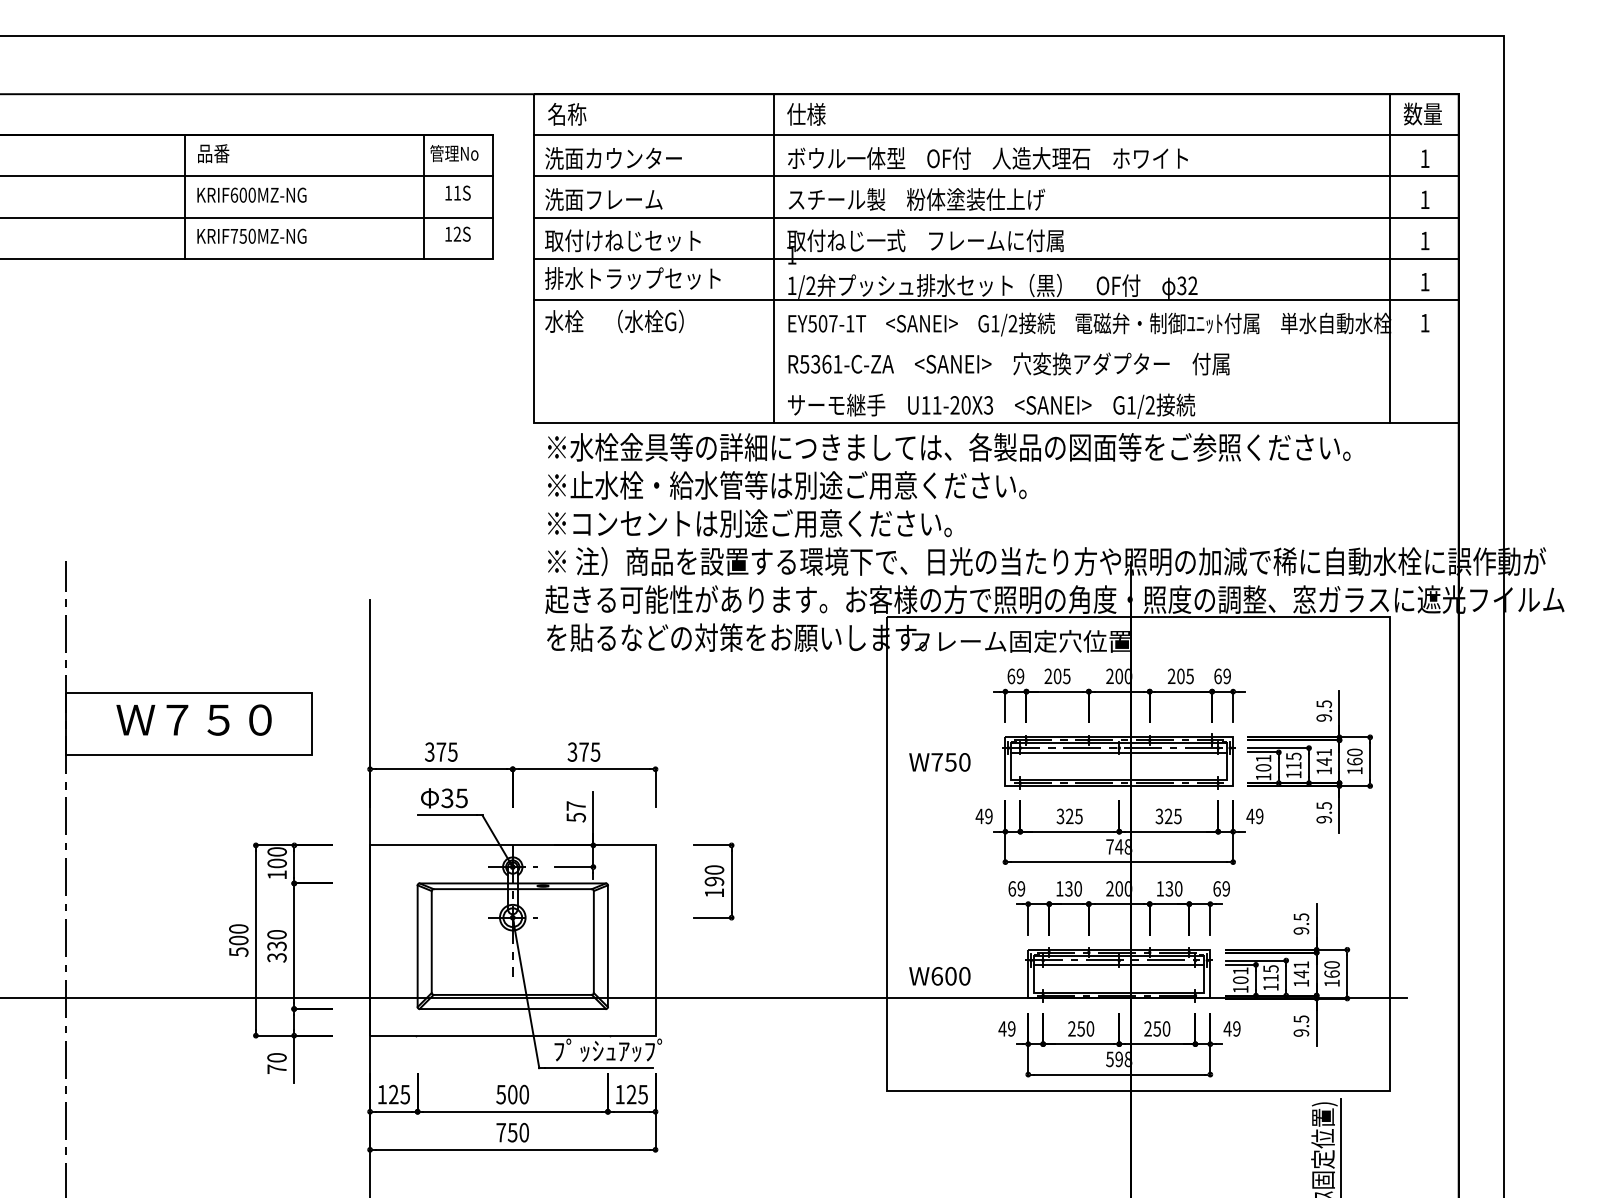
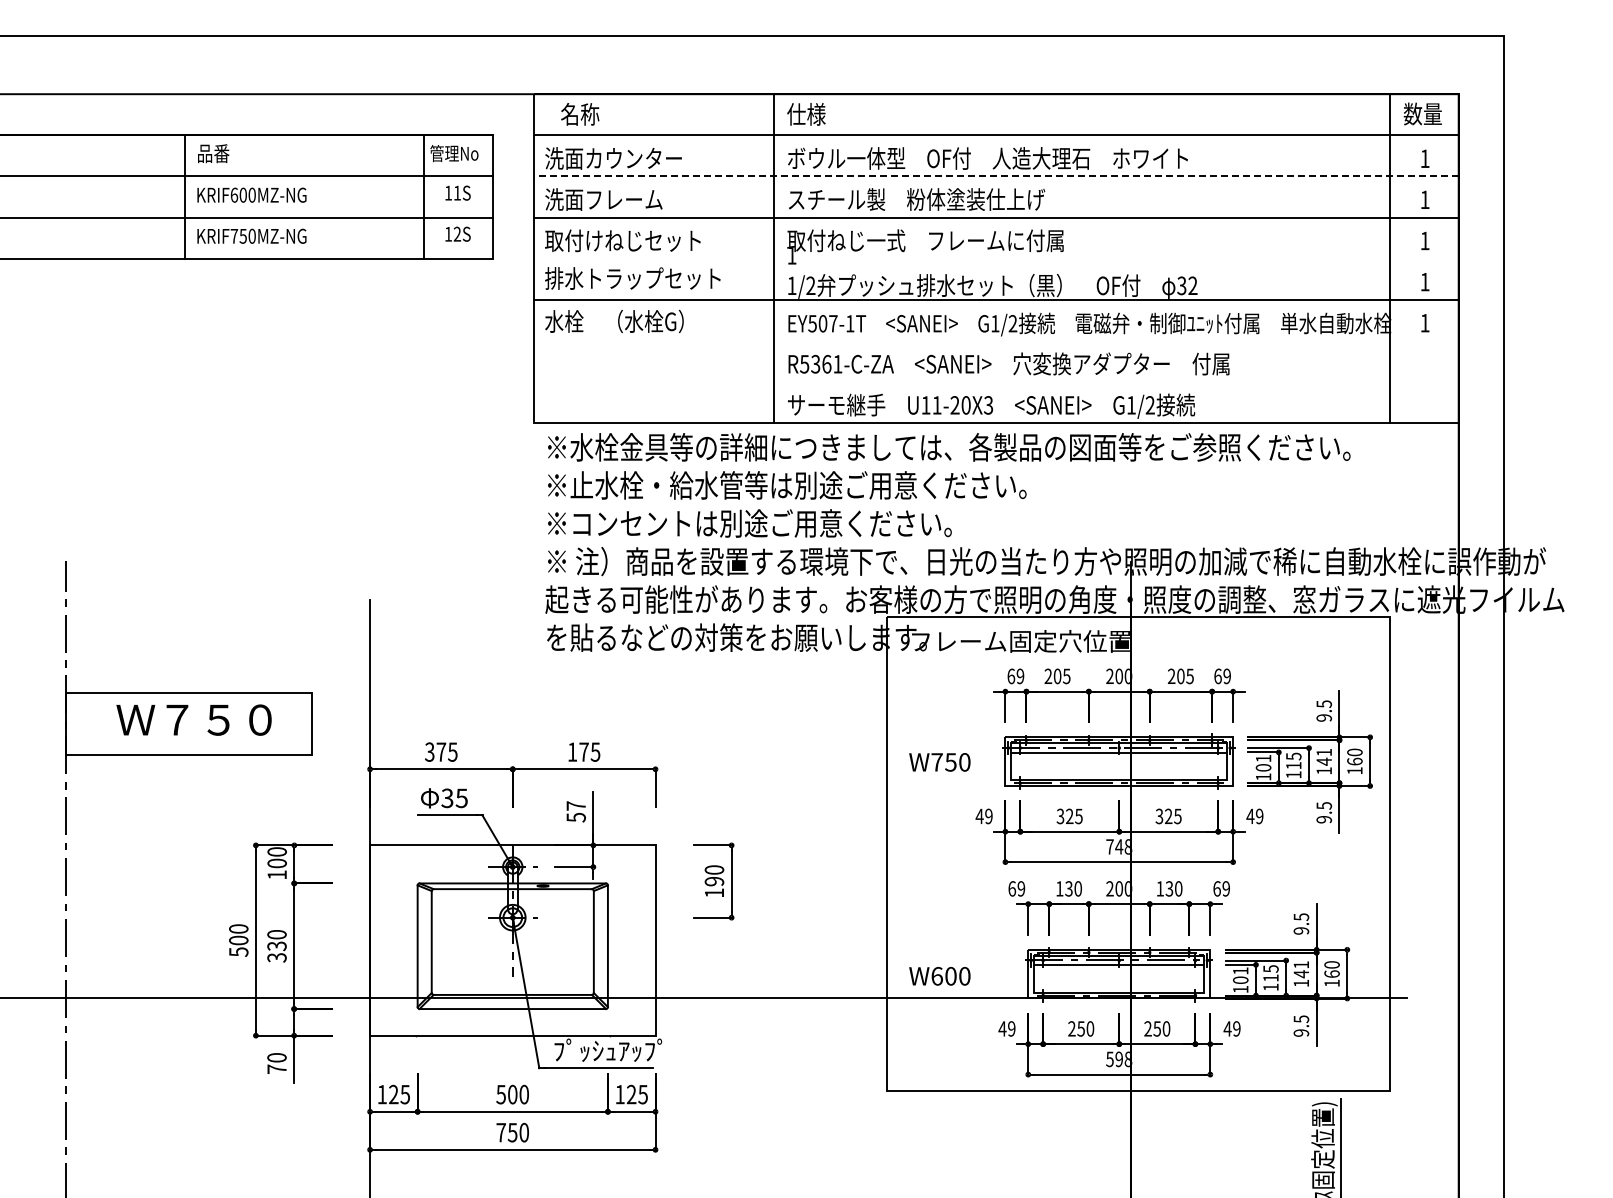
text at (567, 114) position: (567, 114) -> (580, 114)
line at (995, 176): solid -> dashed
line at (995, 258): present -> none
text at (572, 751): 375 -> 175
